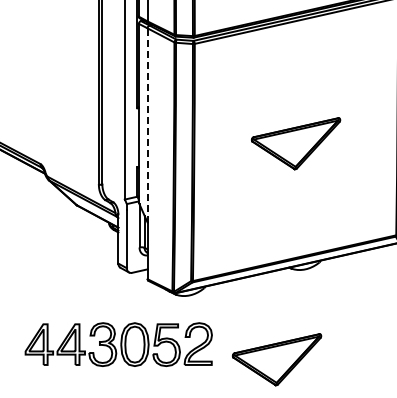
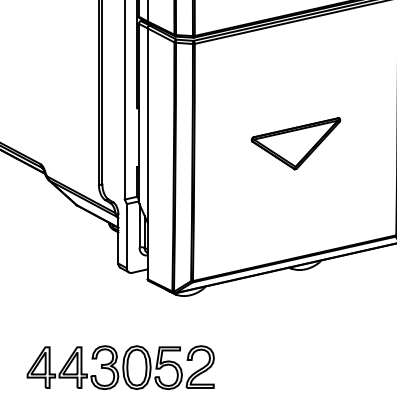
line at (147, 124): dashed -> solid
part at (118, 344) position: (118, 344) -> (120, 367)
part at (277, 359): present -> none
